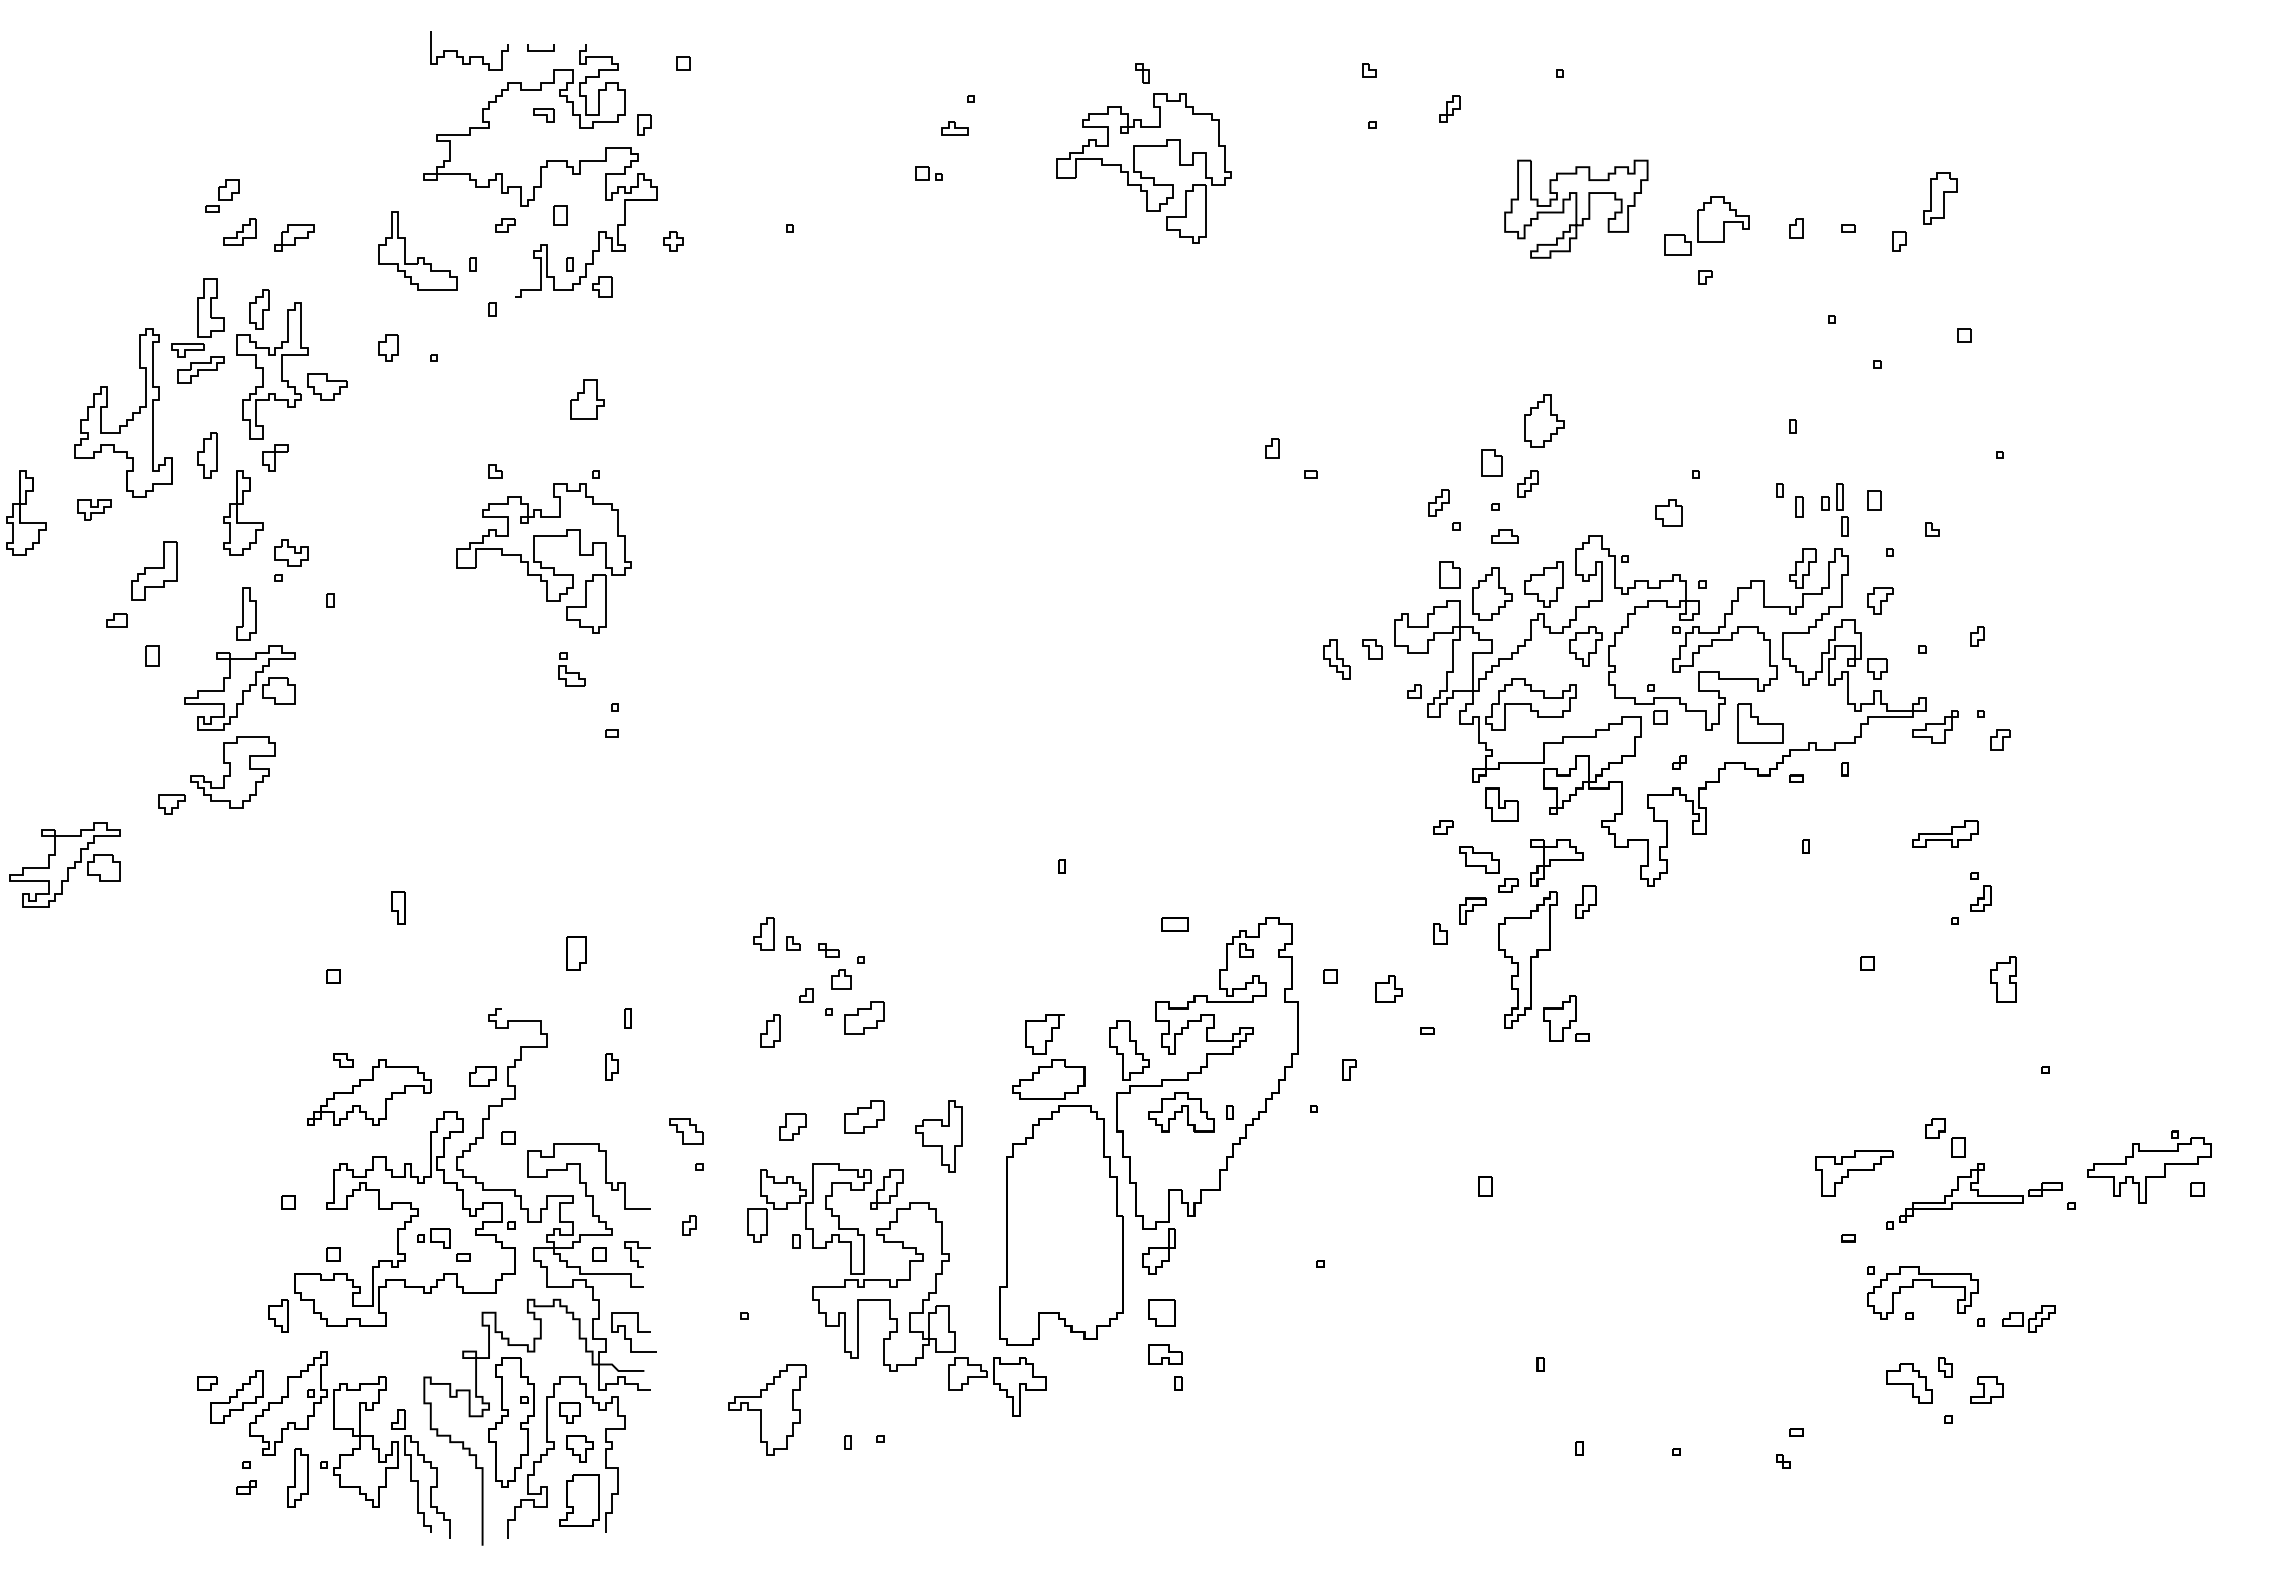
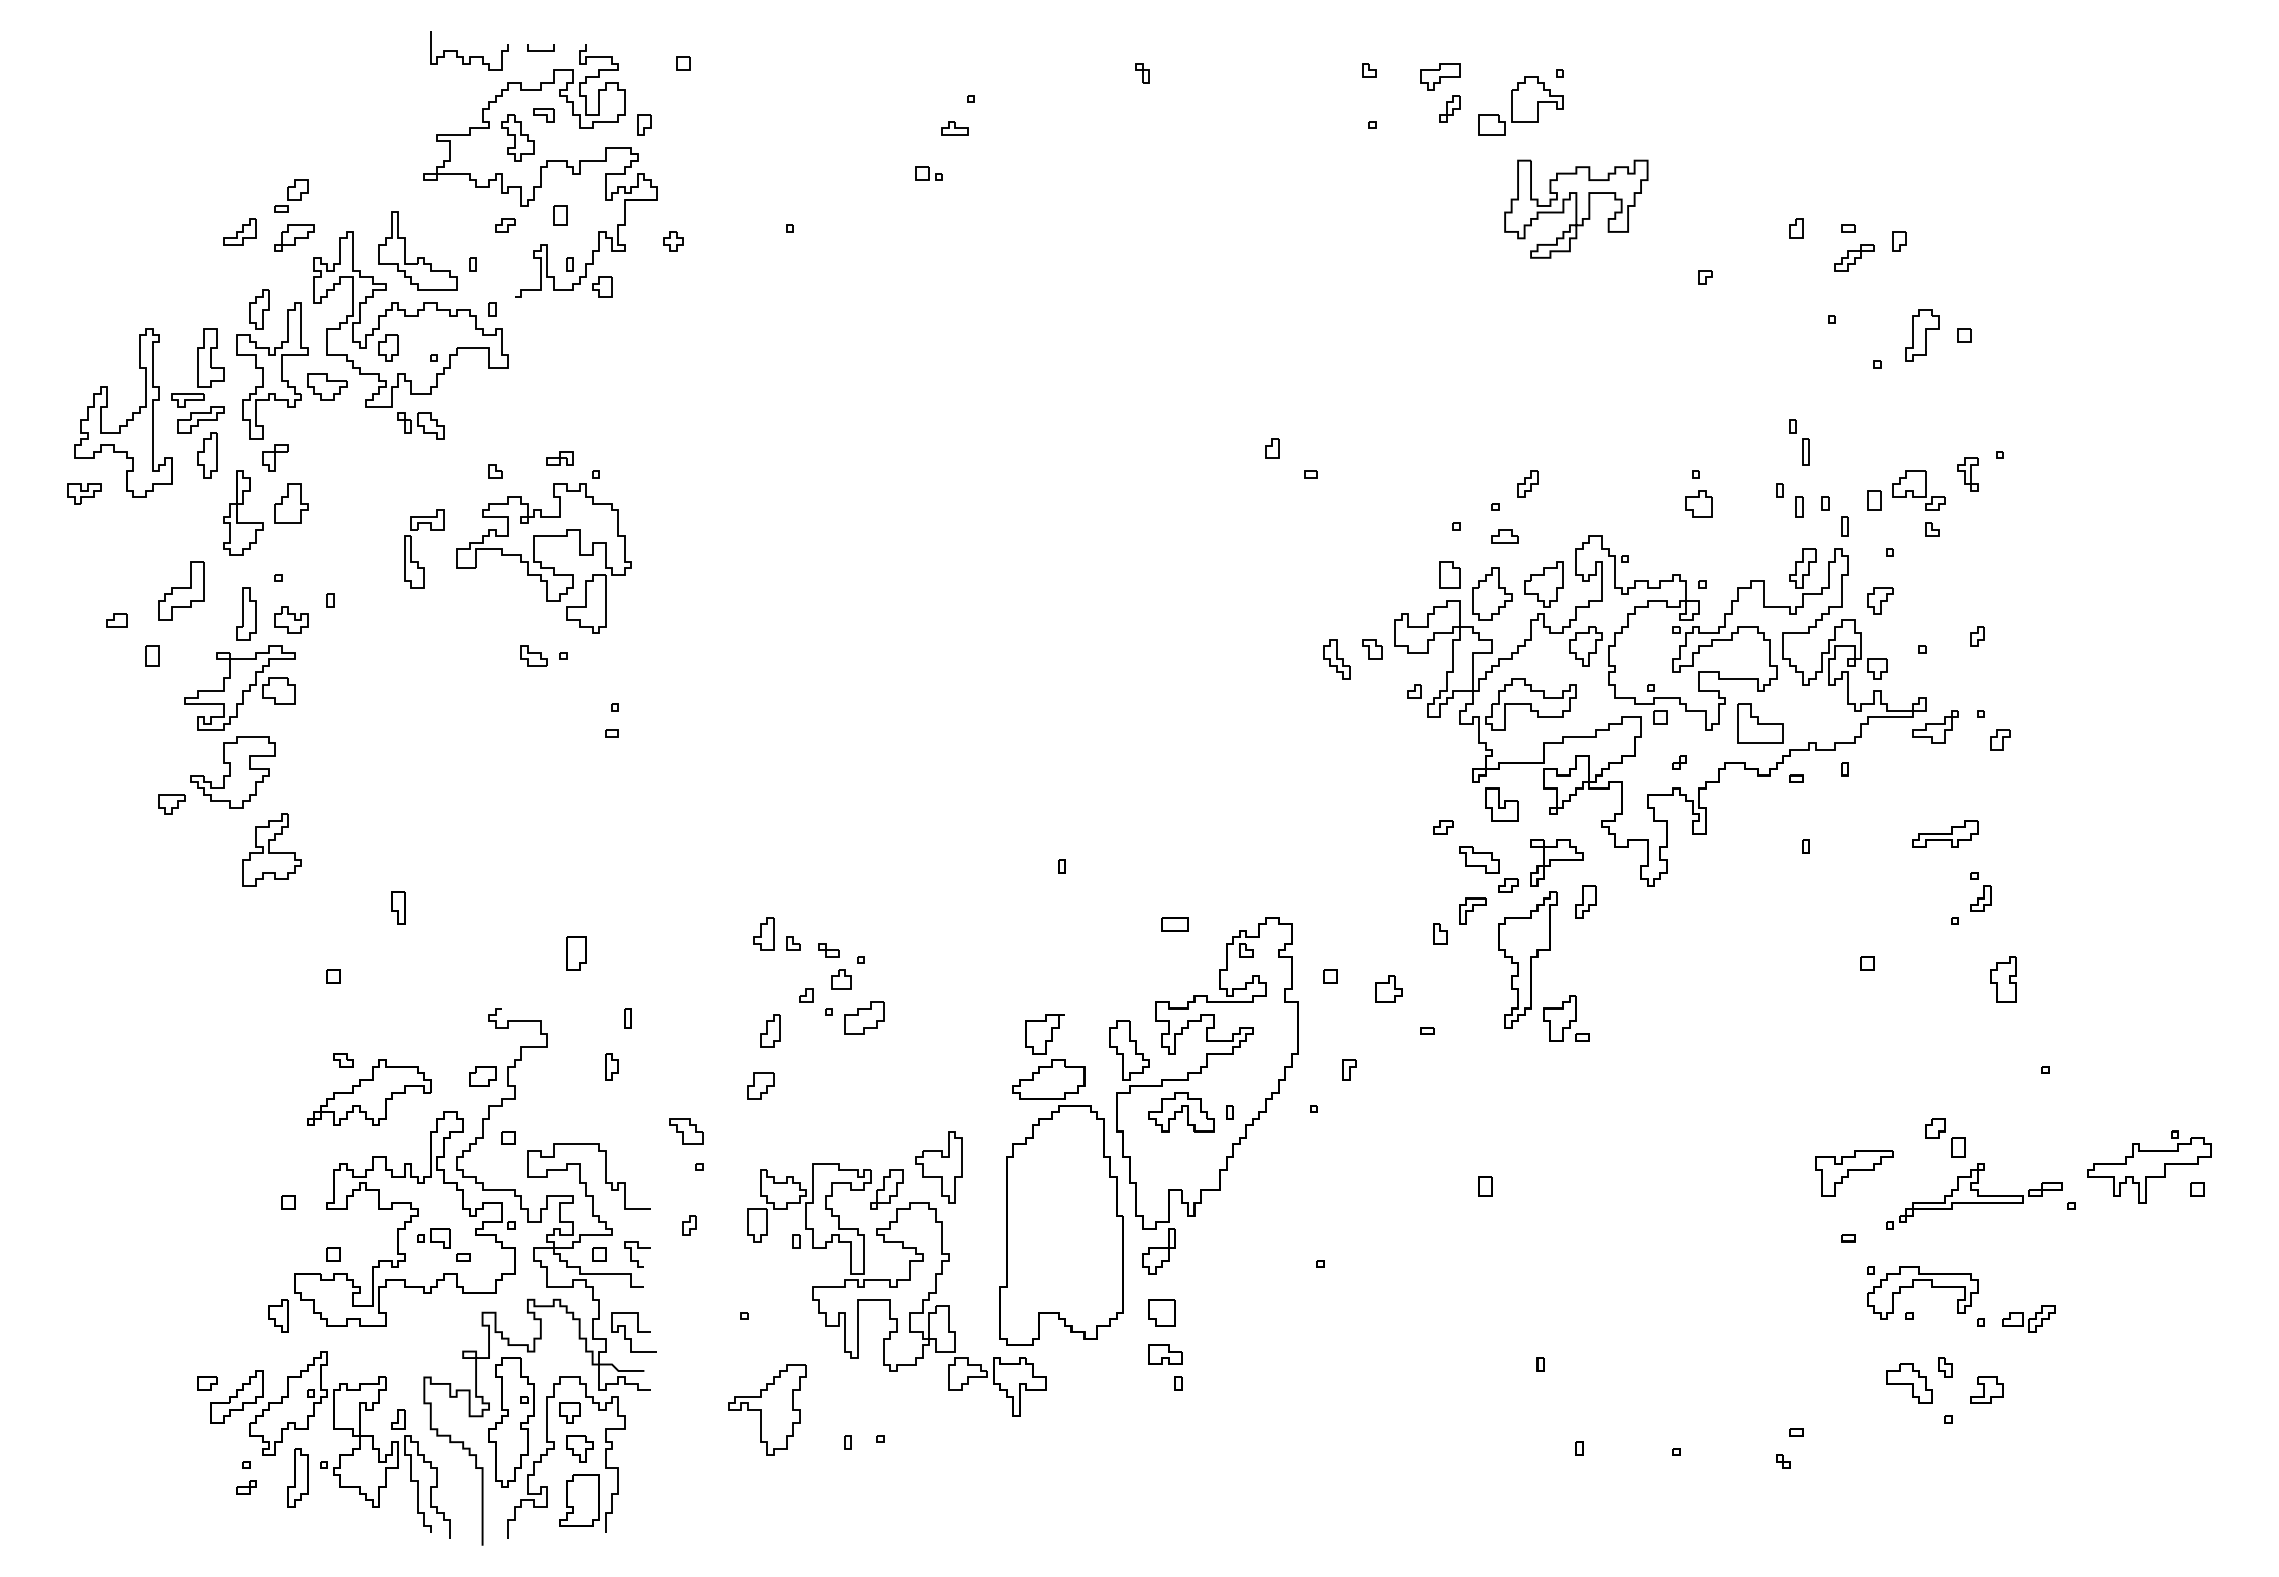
part at (1440, 76): none -> present
part at (517, 137): none -> present
part at (1143, 168): present -> none
part at (222, 195) position: (222, 195) -> (291, 195)
part at (1940, 198) position: (1940, 198) -> (1922, 335)
part at (1706, 225) position: (1706, 225) -> (1520, 105)
part at (1854, 257): none -> present
part at (197, 330) position: (197, 330) -> (197, 380)
part at (410, 335): none -> present
part at (587, 399) position: (587, 399) -> (291, 503)
part at (1544, 420): present -> none
part at (559, 458): none -> present
part at (1491, 462): present -> none
part at (1967, 474): none -> present
part at (1918, 490): none -> present
part at (1839, 496) position: (1839, 496) -> (1805, 451)
part at (1438, 502): present -> none
part at (94, 509) position: (94, 509) -> (84, 493)
part at (26, 512): present -> none
part at (1668, 512) position: (1668, 512) -> (1698, 503)
part at (411, 548): none -> present
part at (291, 552) position: (291, 552) -> (291, 619)
part at (154, 570) position: (154, 570) -> (181, 590)
part at (571, 675) position: (571, 675) -> (533, 655)
part at (271, 849): none -> present
part at (64, 864): present -> none
part at (864, 1116): present -> none
part at (792, 1126) position: (792, 1126) -> (760, 1085)
part at (938, 1136) position: (938, 1136) -> (938, 1167)
